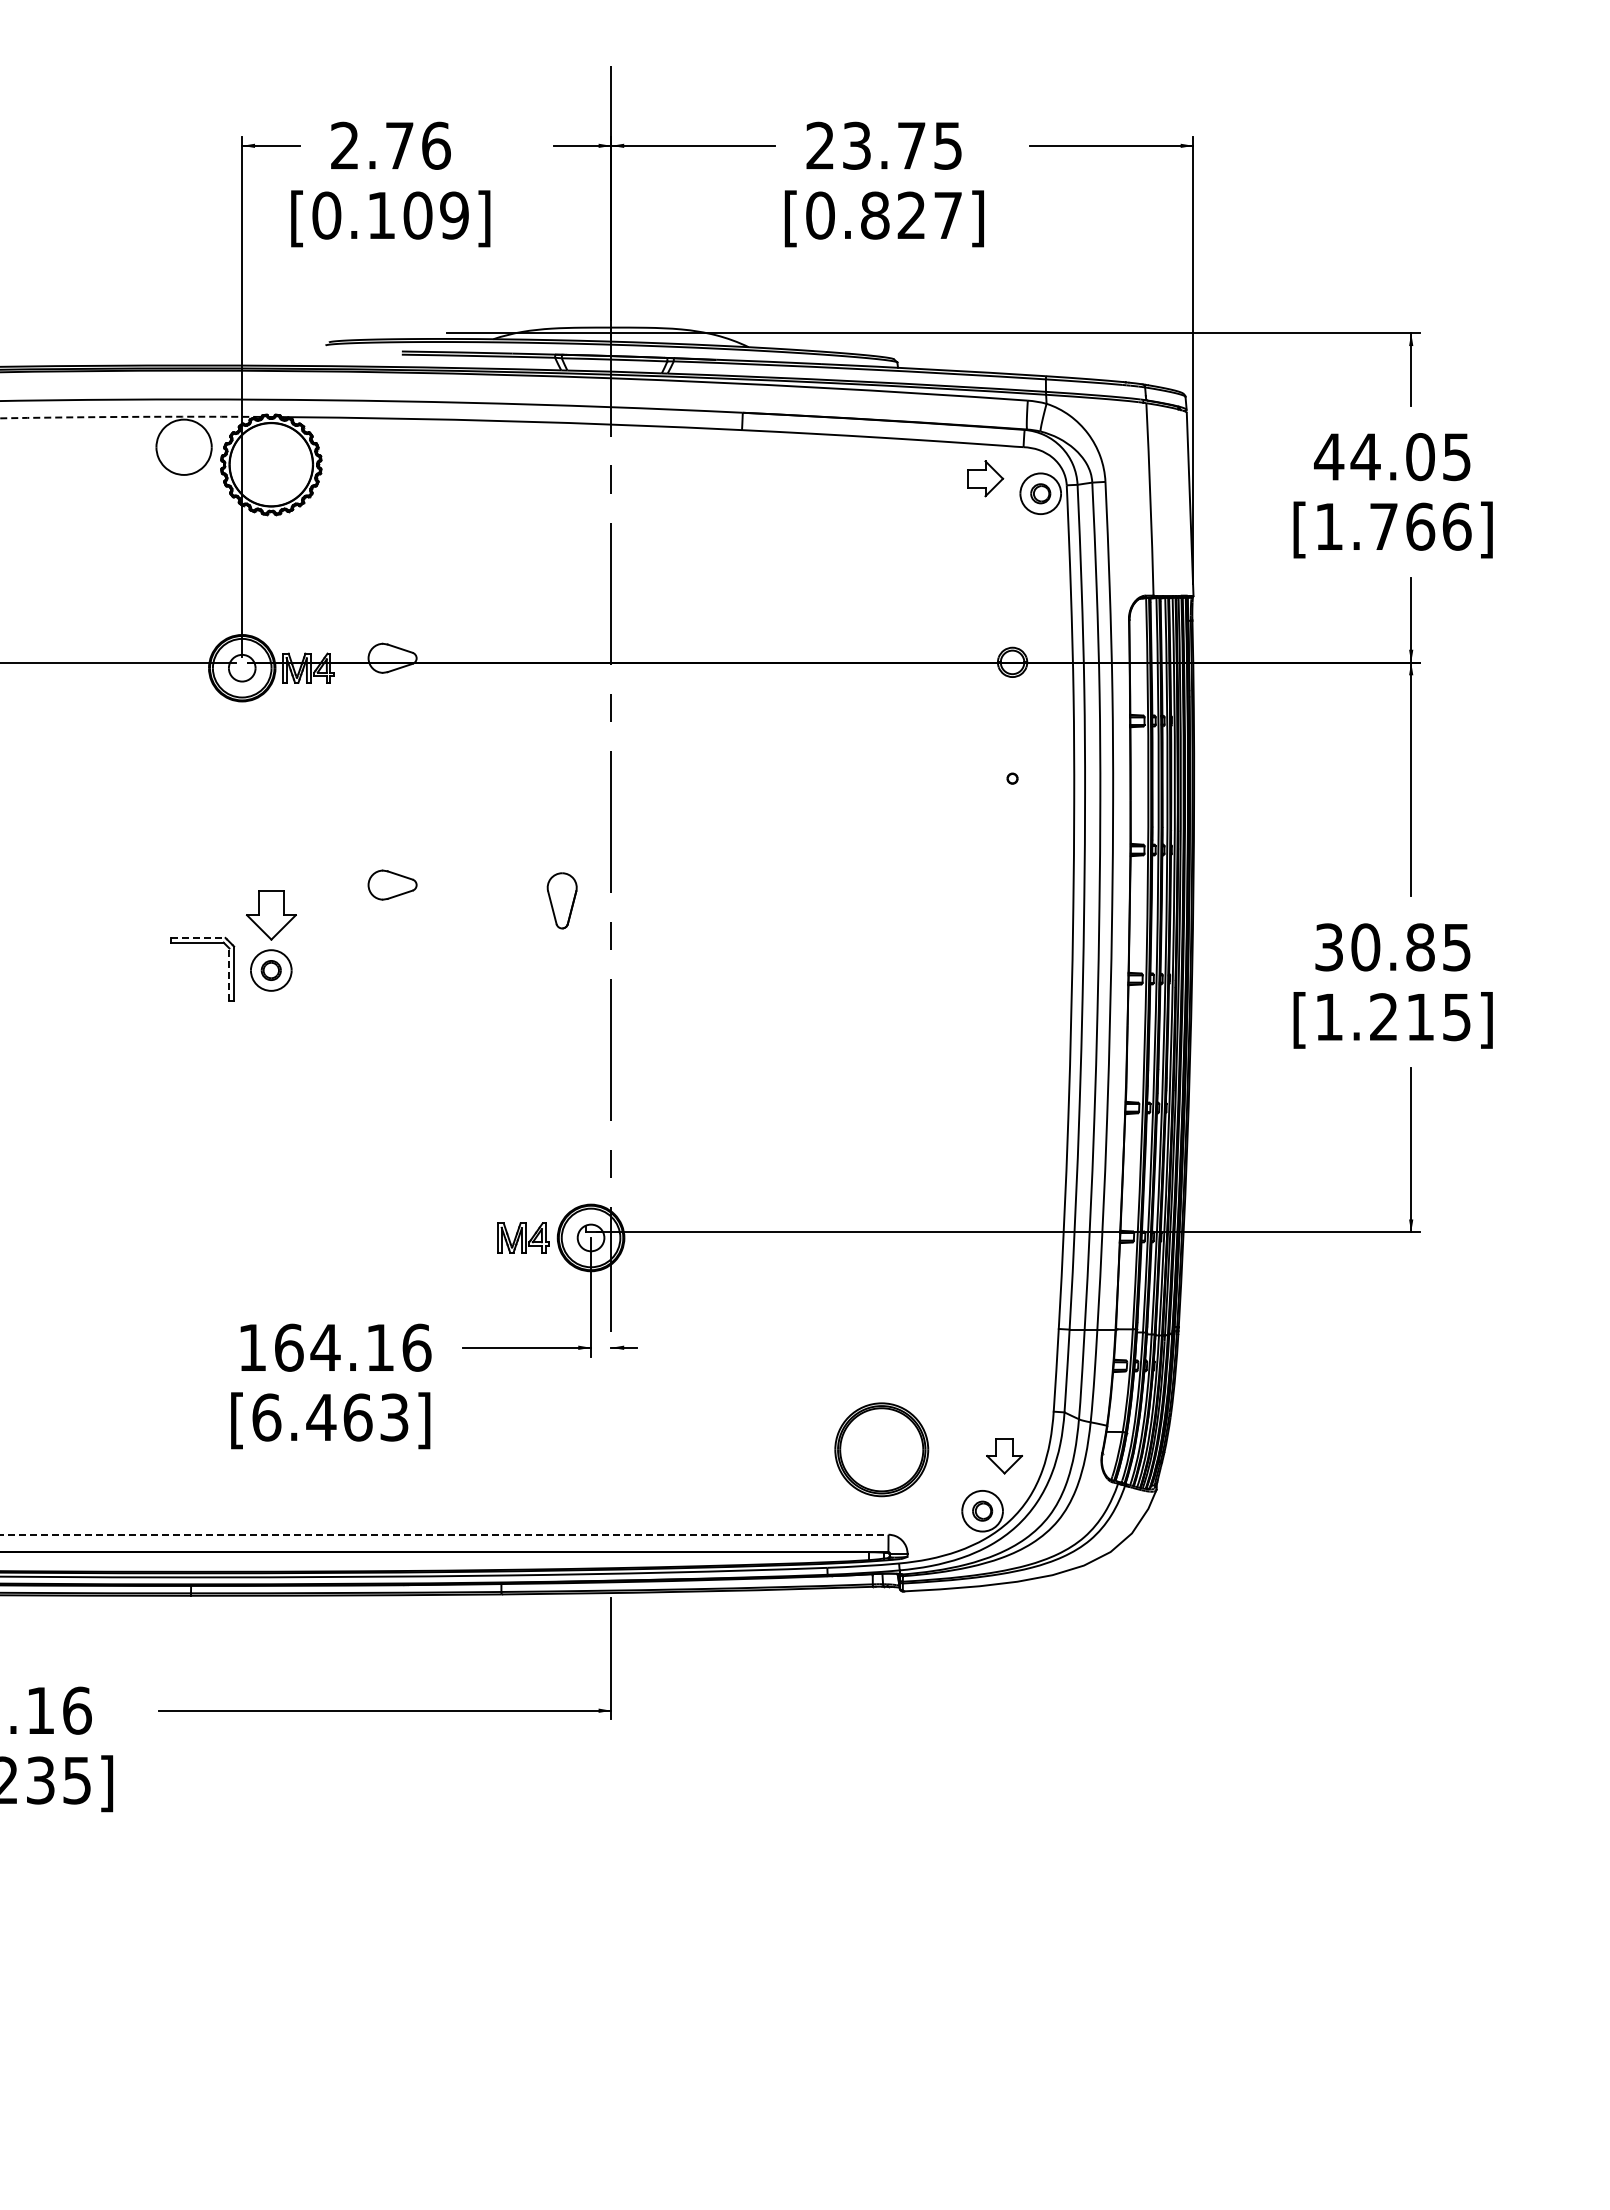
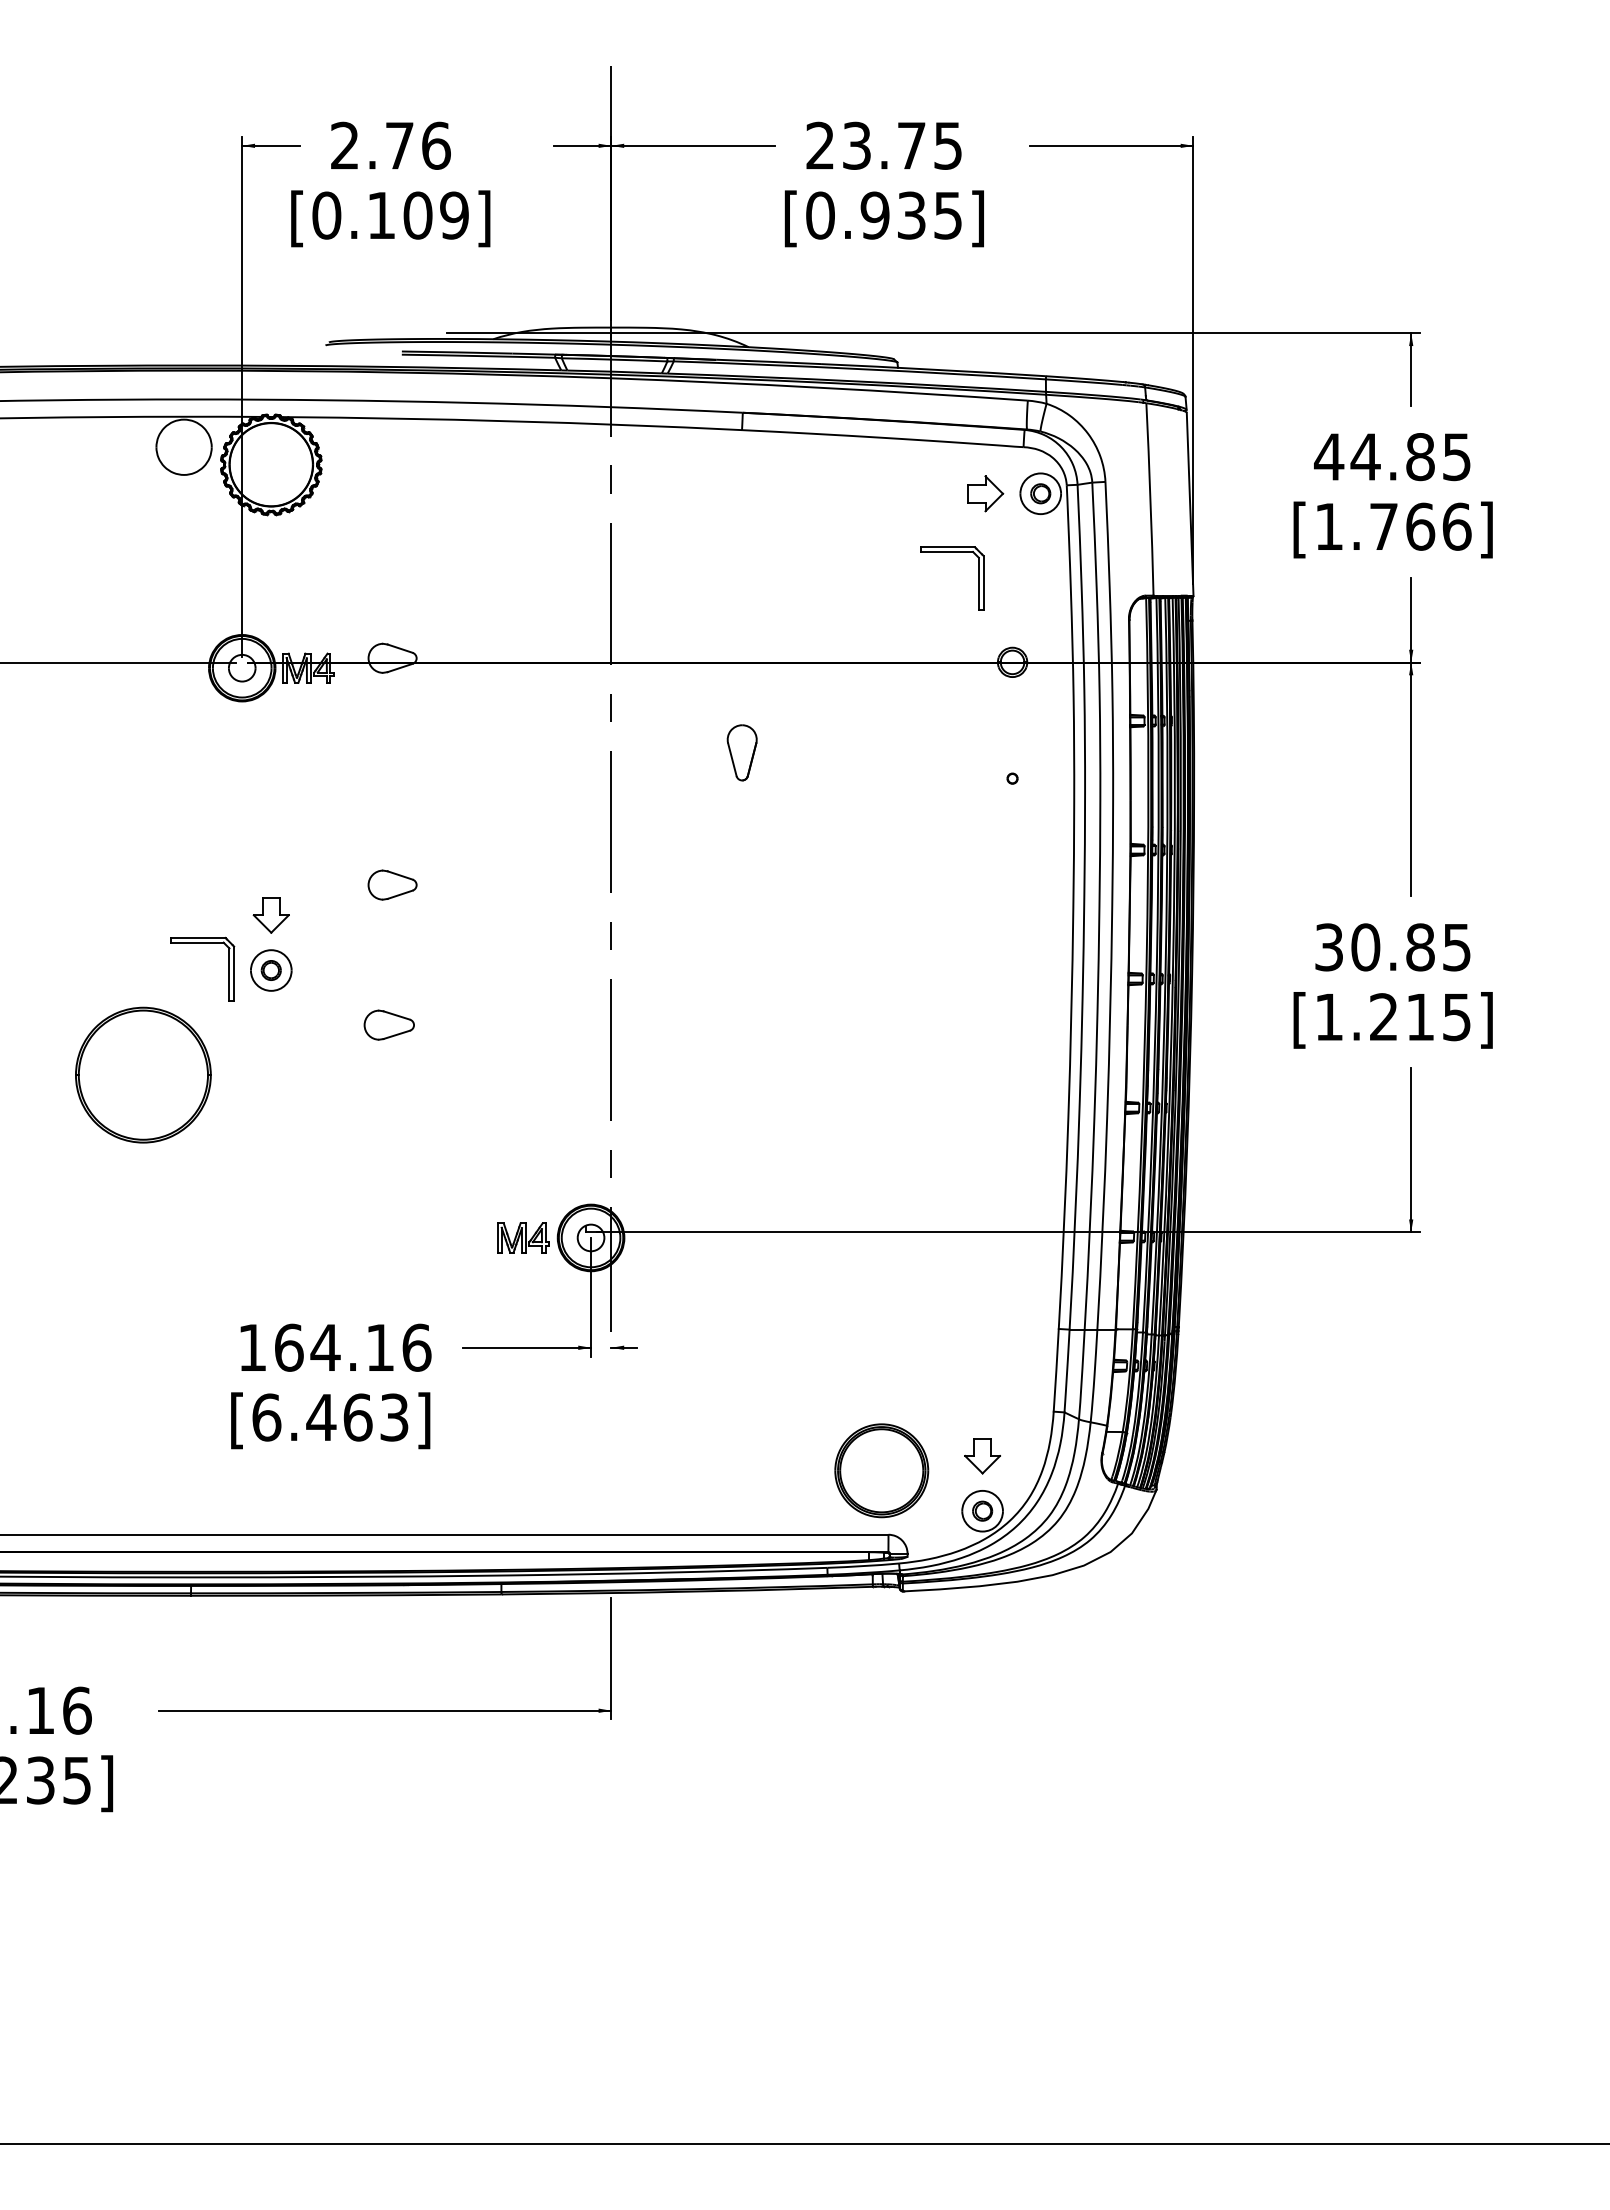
text at (910, 215): [0.827] -> [0.935]
arc at (129, 416): dashed -> solid
text at (1420, 456): 44.05 -> 44.85
part at (985, 478) position: (985, 478) -> (985, 493)
part at (952, 552): none -> present
part at (561, 900) position: (561, 900) -> (741, 752)
part at (271, 915) size: 51x51 px -> 38x37 px
line at (198, 937): dashed -> solid
line at (229, 974): dashed -> solid
part at (388, 1024): none -> present
part at (143, 1074): none -> present
part at (881, 1449) position: (881, 1449) -> (881, 1470)
part at (1004, 1456) position: (1004, 1456) -> (982, 1456)
line at (444, 1534): dashed -> solid
line at (804, 2143): none -> present
